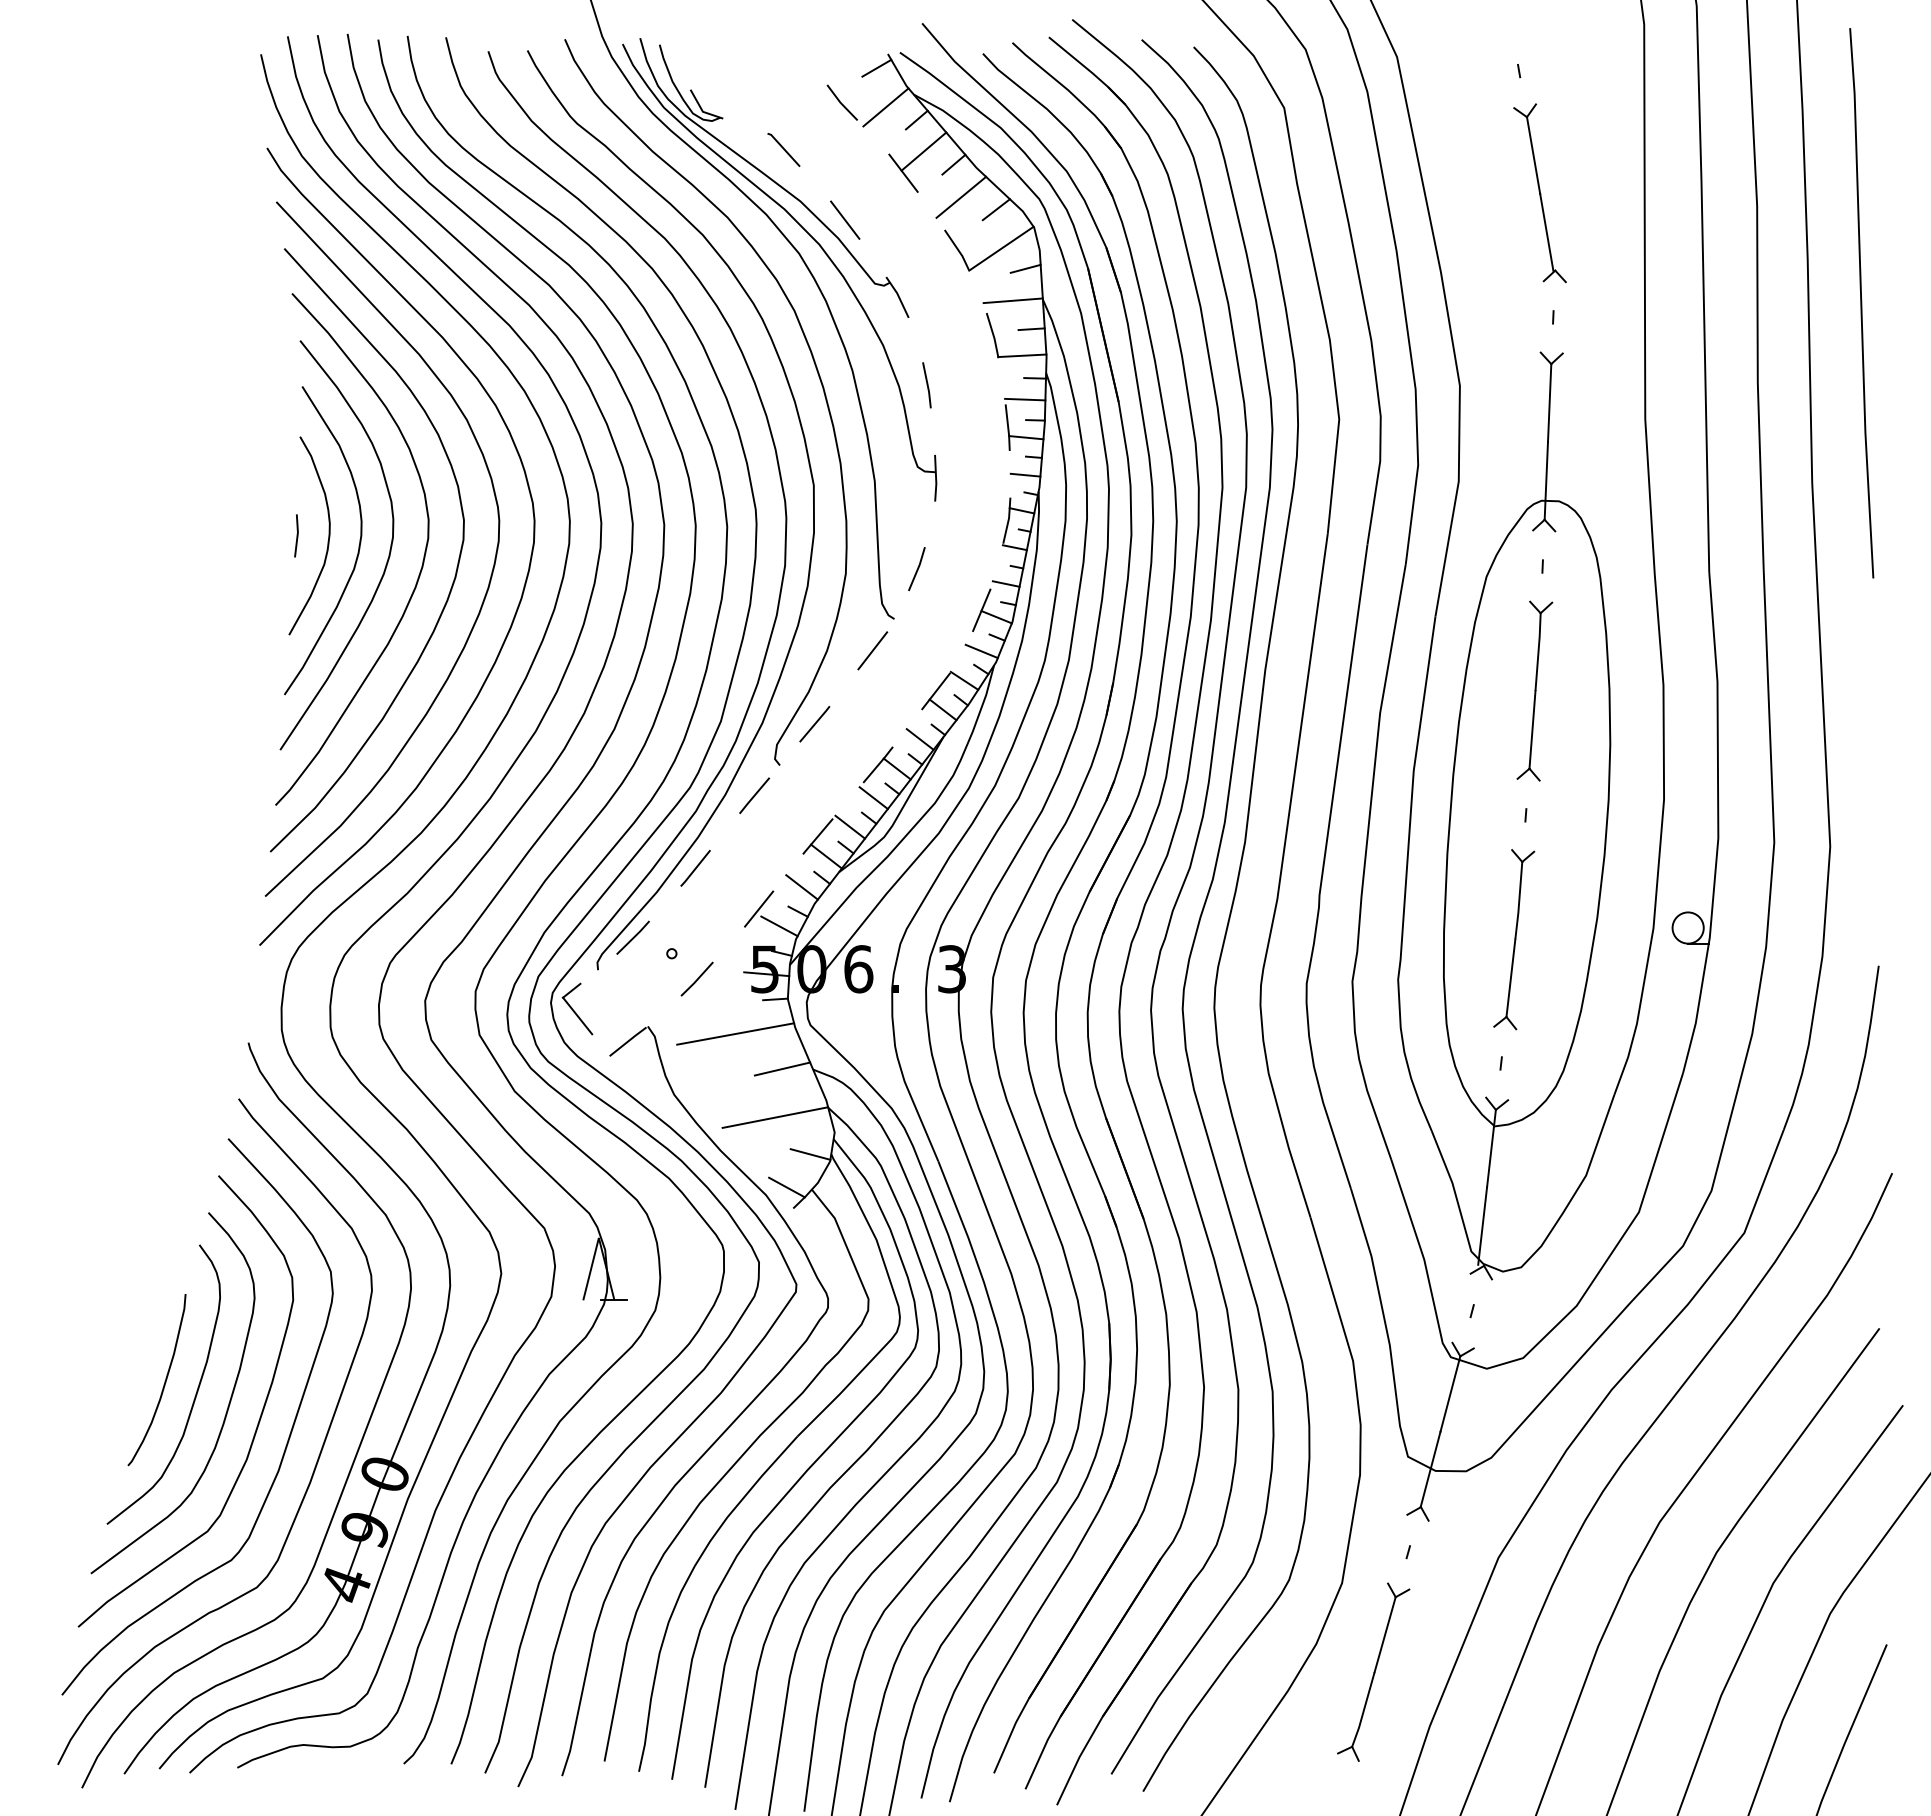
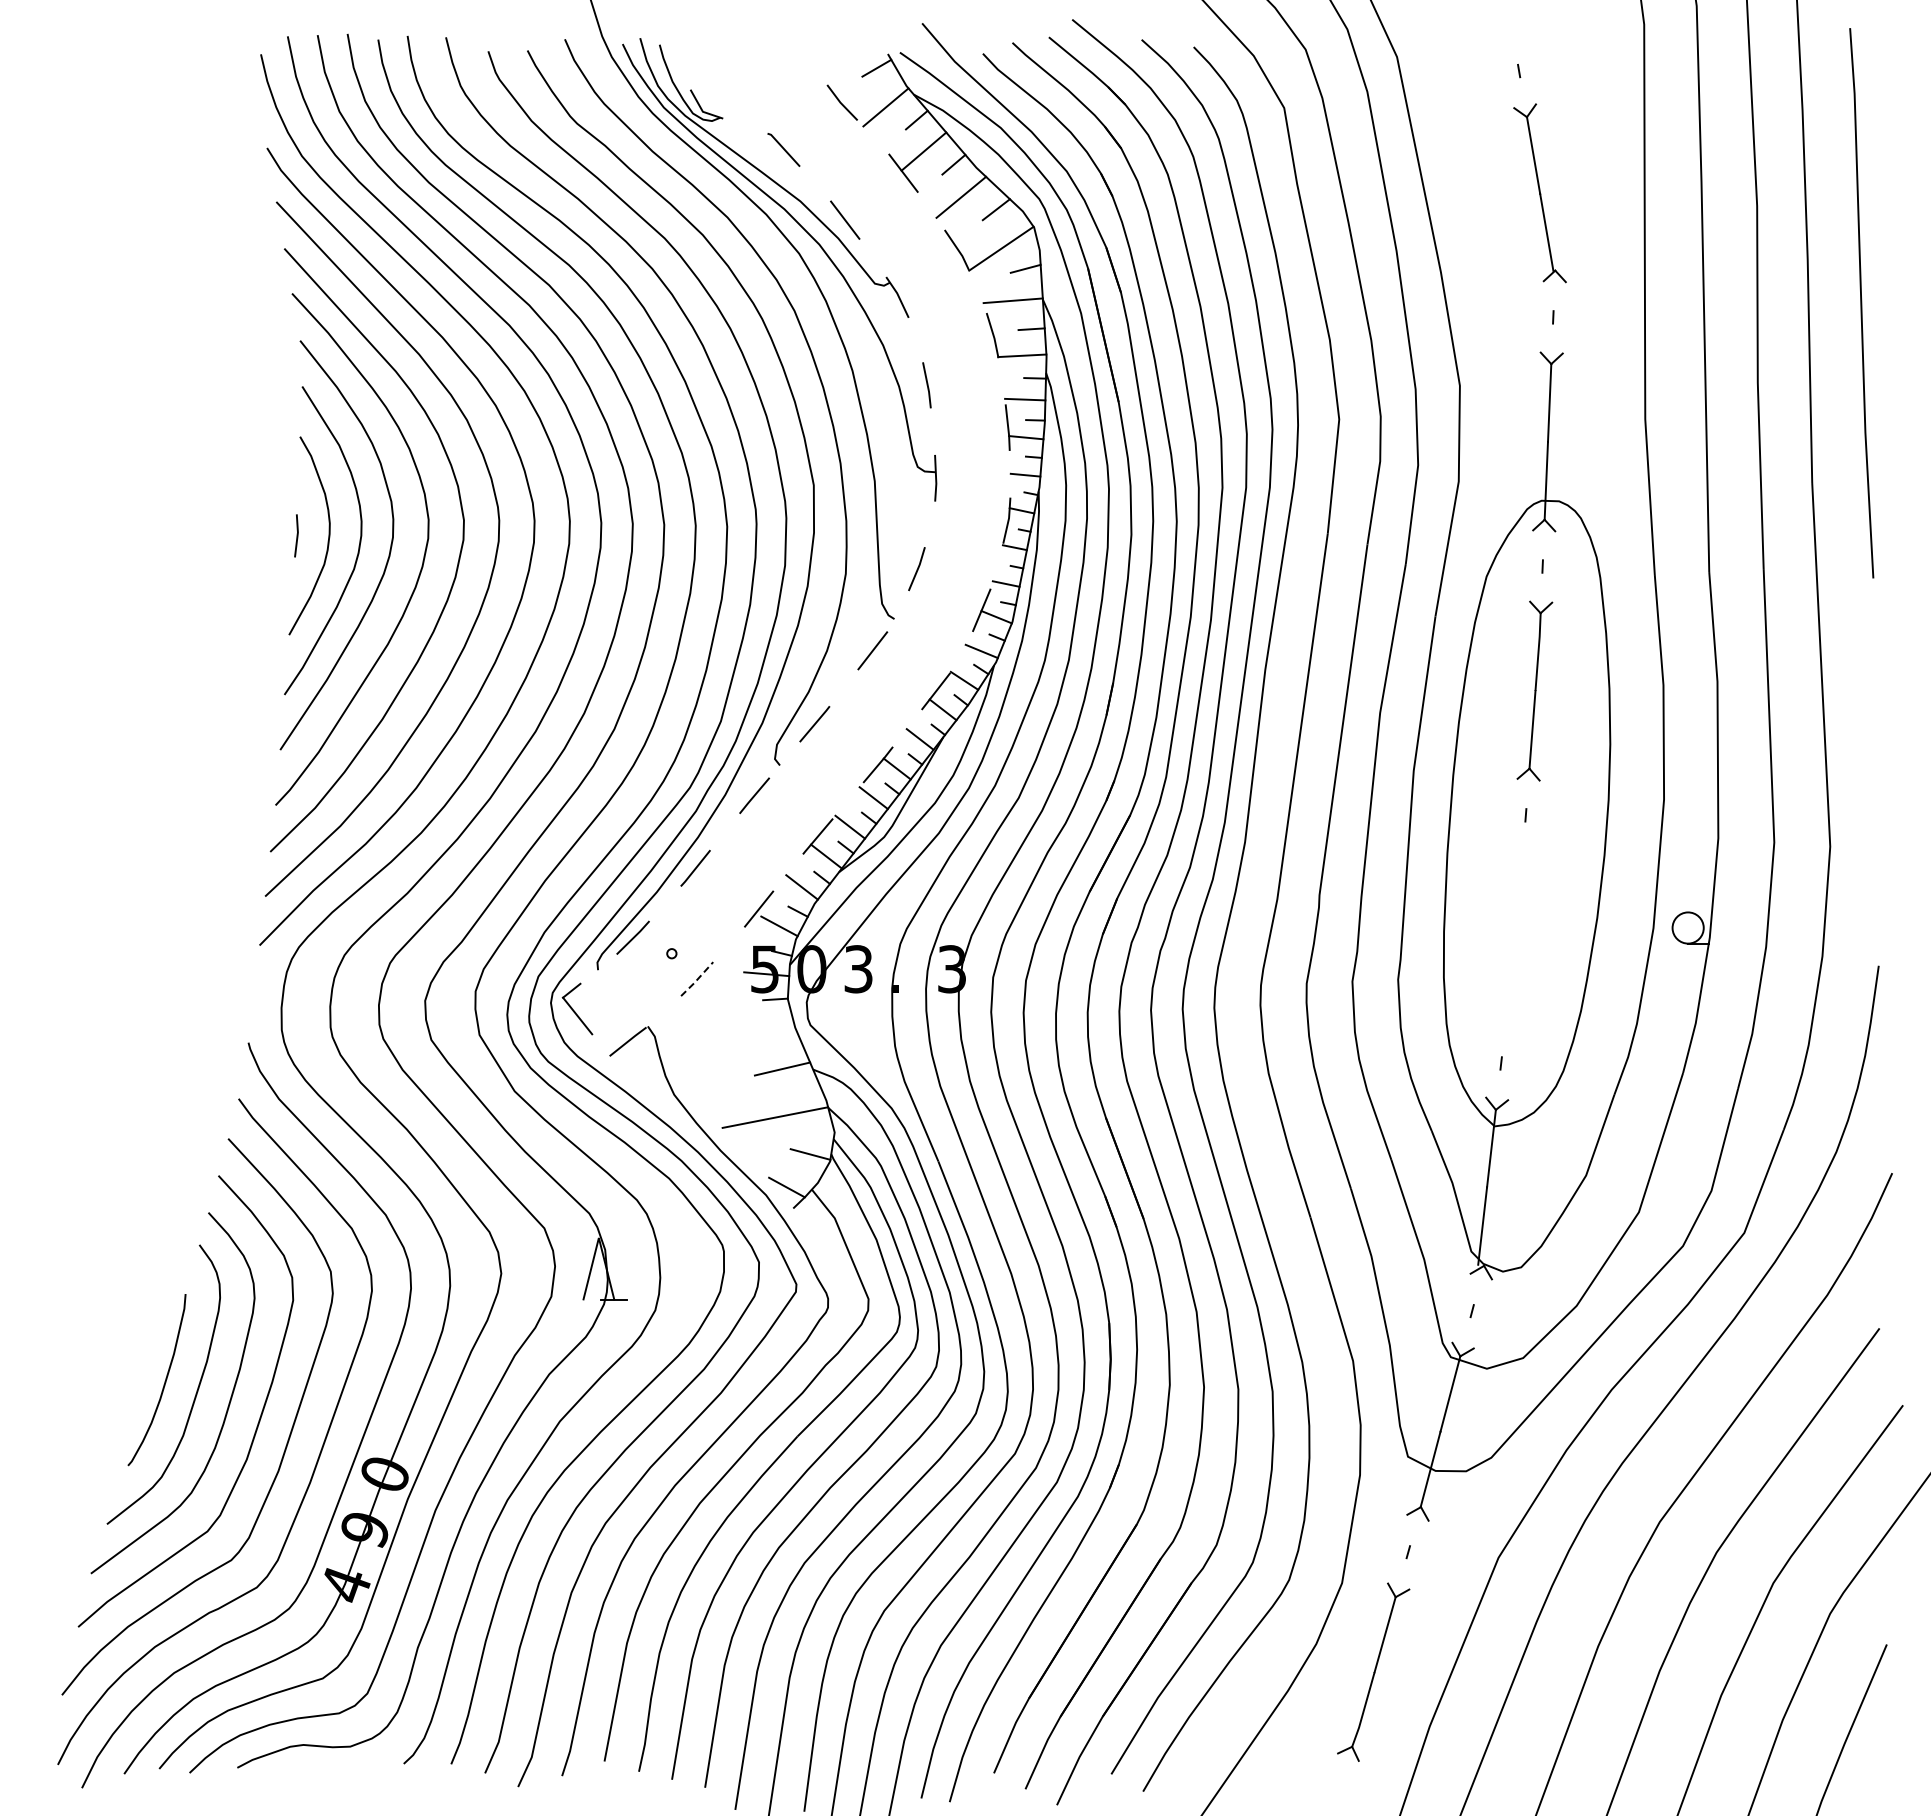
part at (1514, 939): present -> none
text at (858, 969): 6 -> 3
line at (697, 979): solid -> dashed
line at (735, 1033): present -> none
